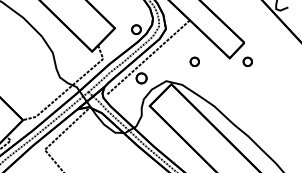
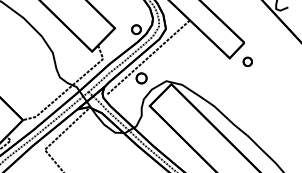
part at (194, 61): present -> none
